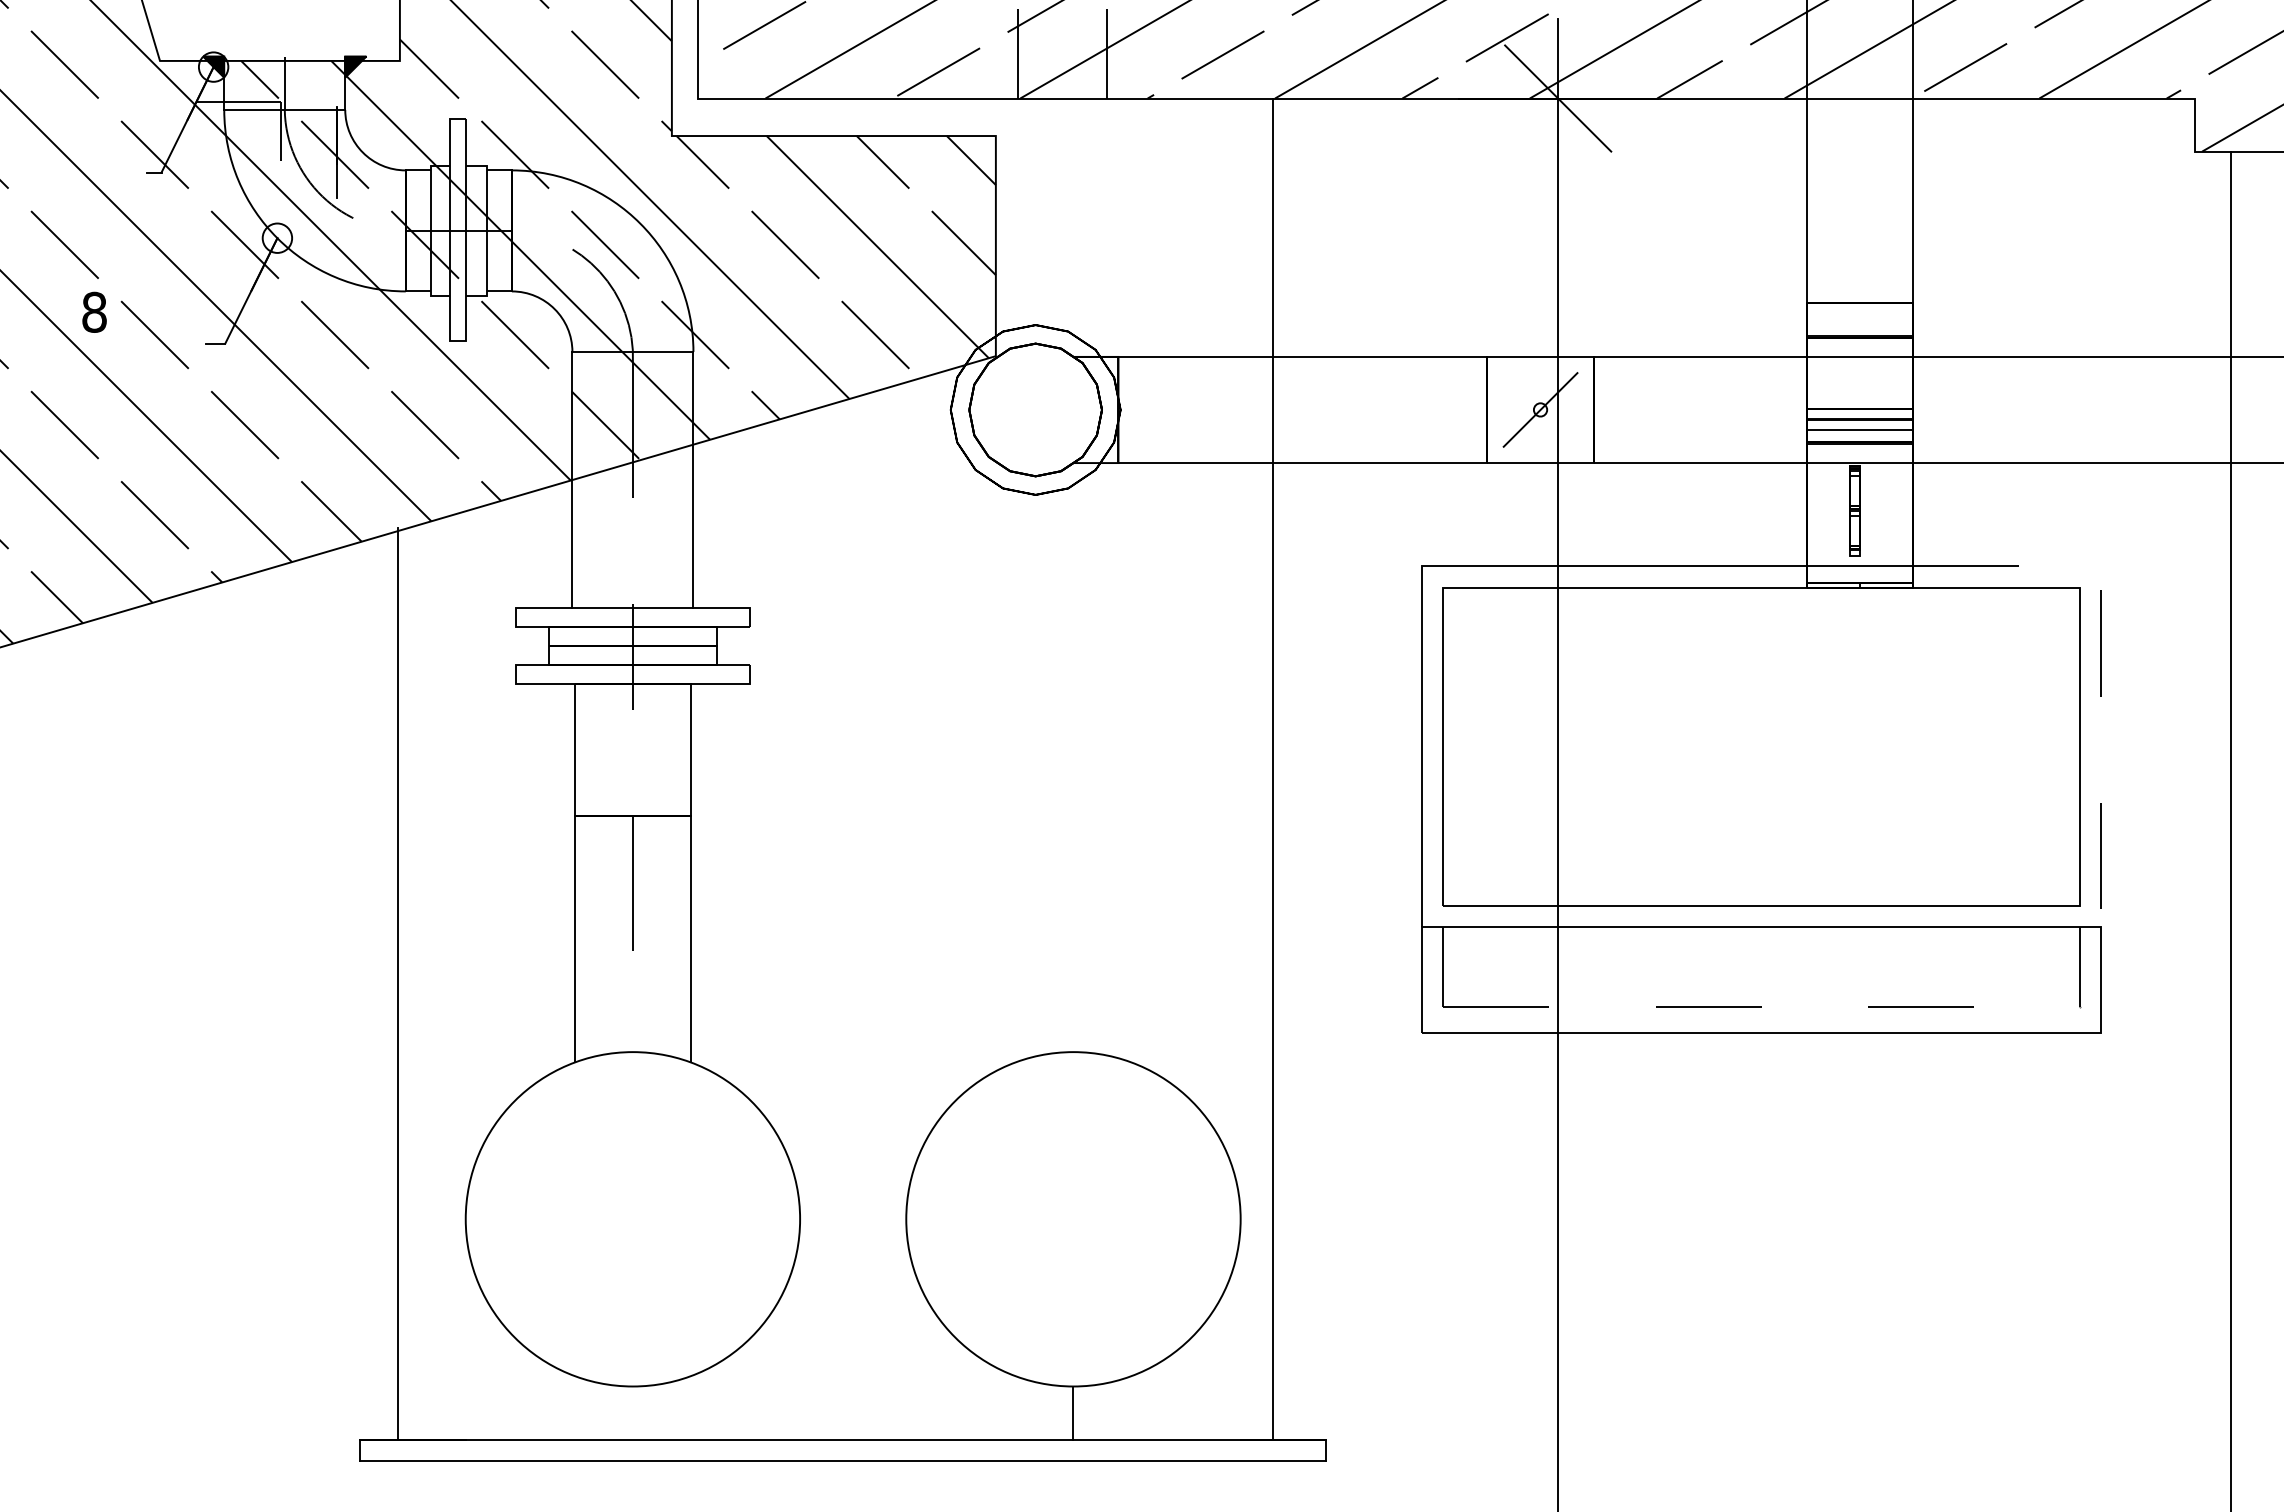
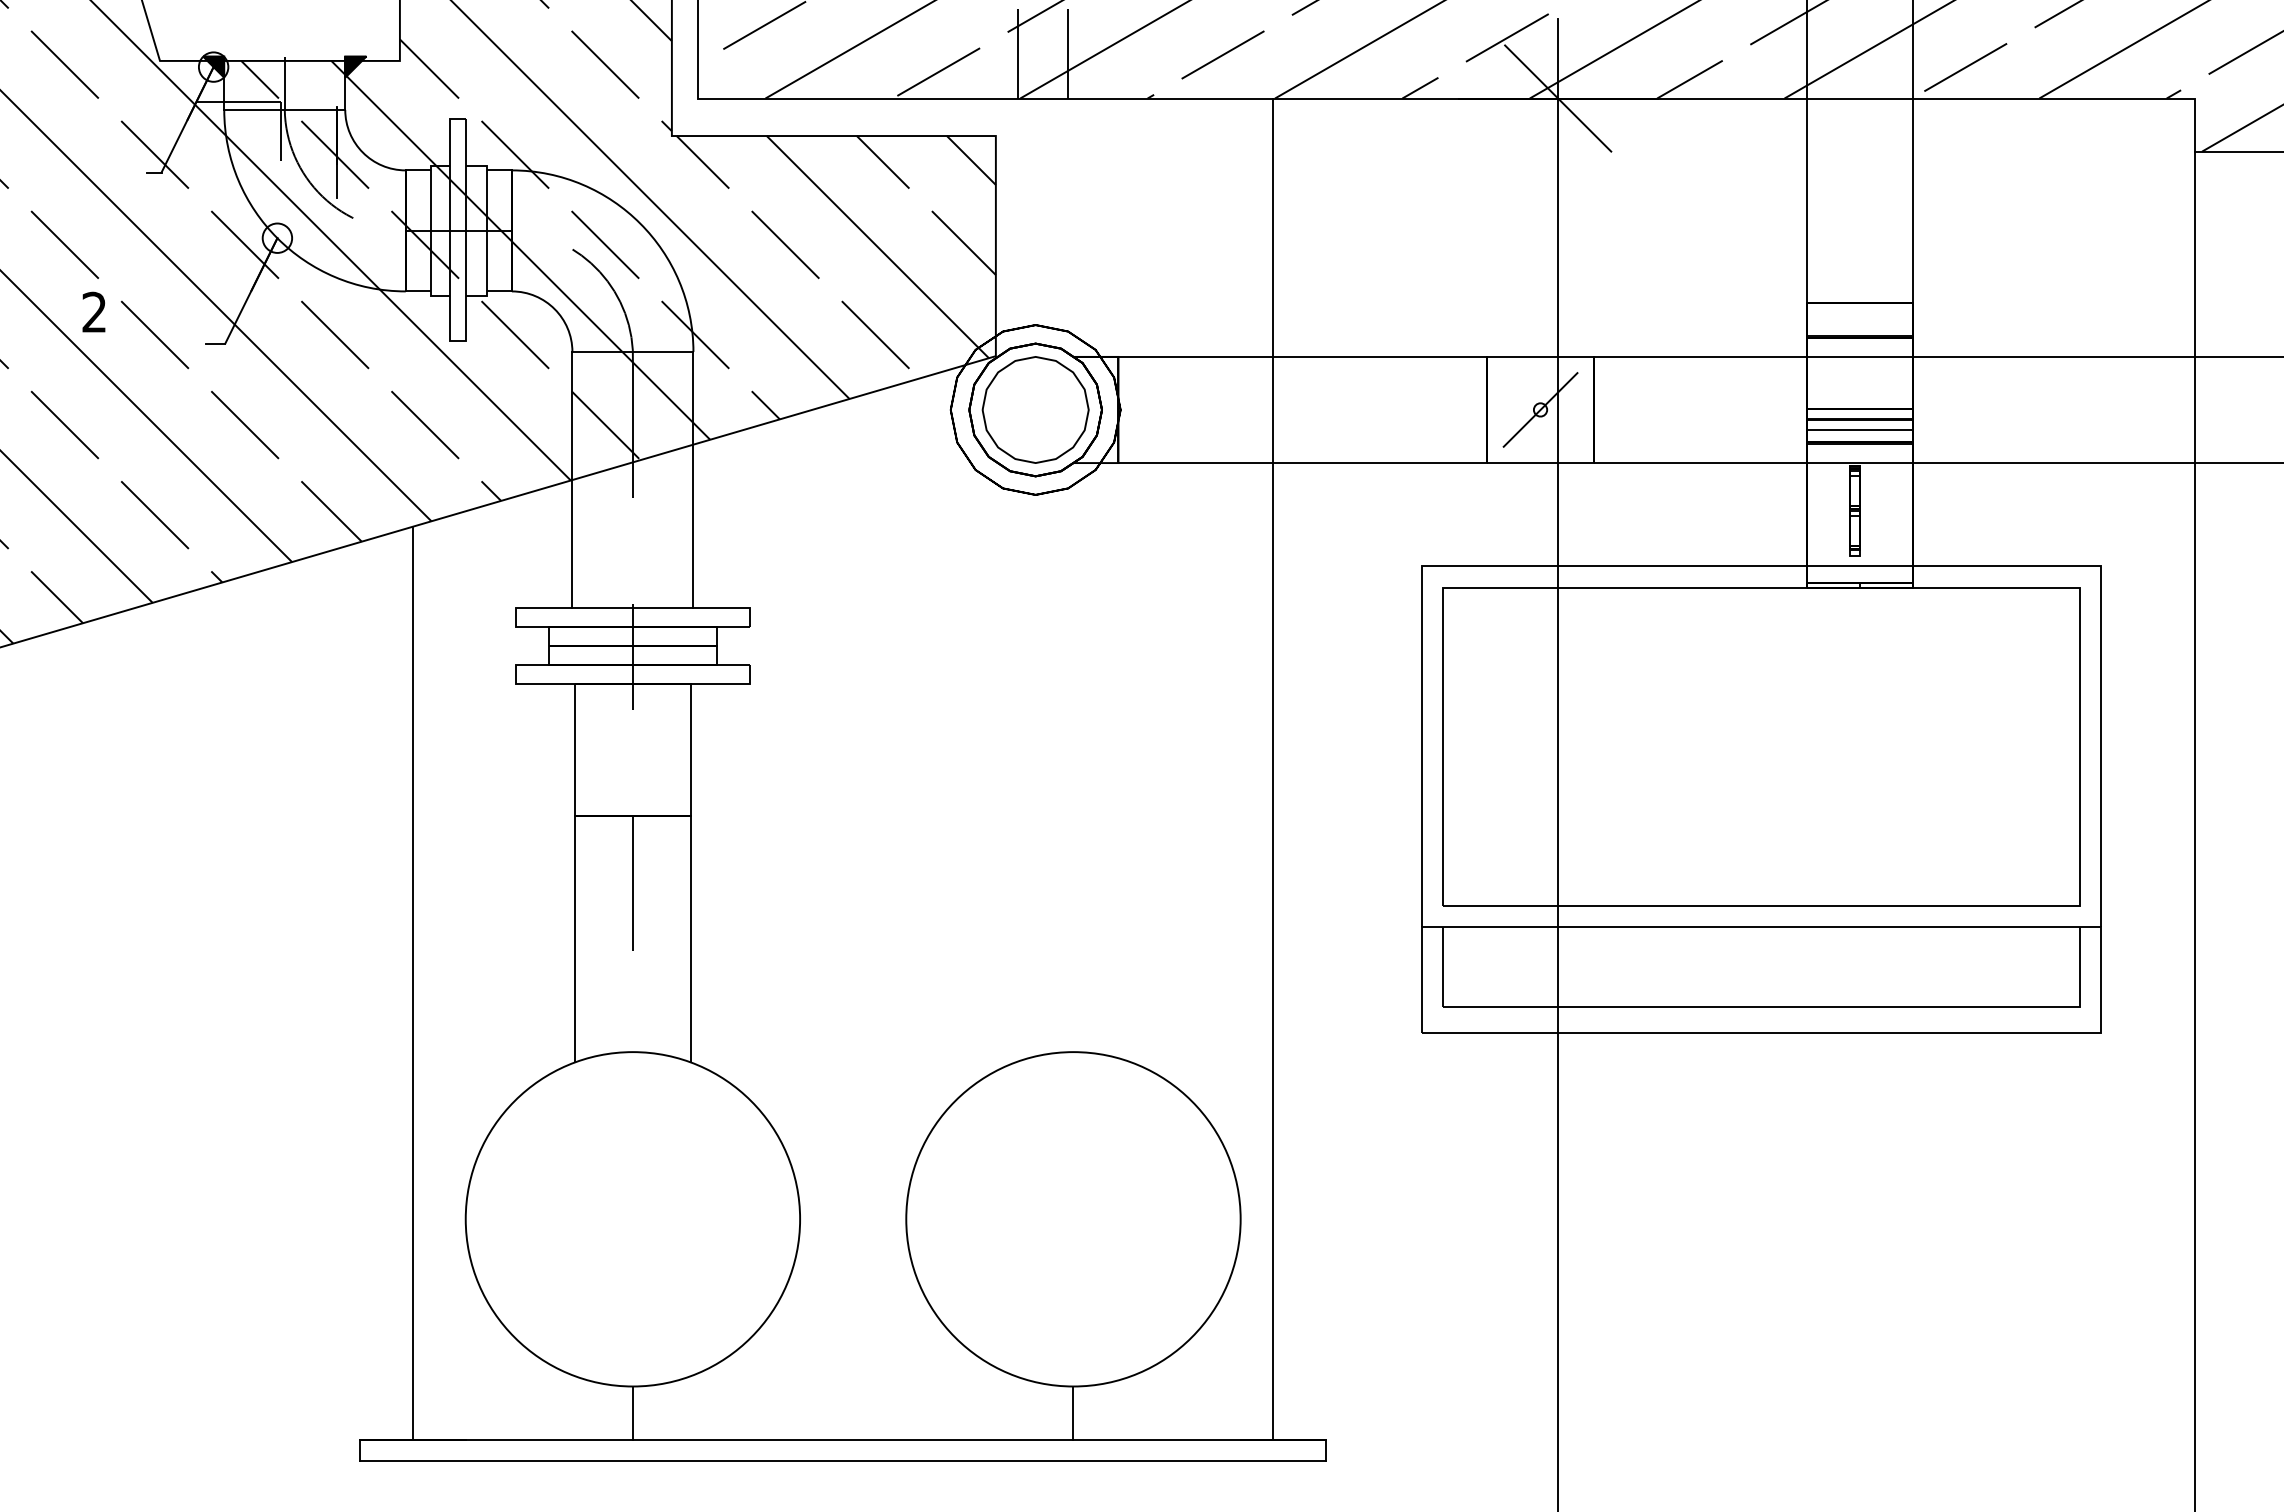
line at (1106, 50) position: (1106, 50) -> (1067, 50)
text at (94, 311): 8 -> 2
part at (1035, 409): none -> present
line at (2101, 652): dashed -> solid
line at (2230, 829) position: (2230, 829) -> (2194, 829)
line at (397, 983) position: (397, 983) -> (412, 983)
line at (1802, 1006): dashed -> solid
line at (632, 1412): none -> present
